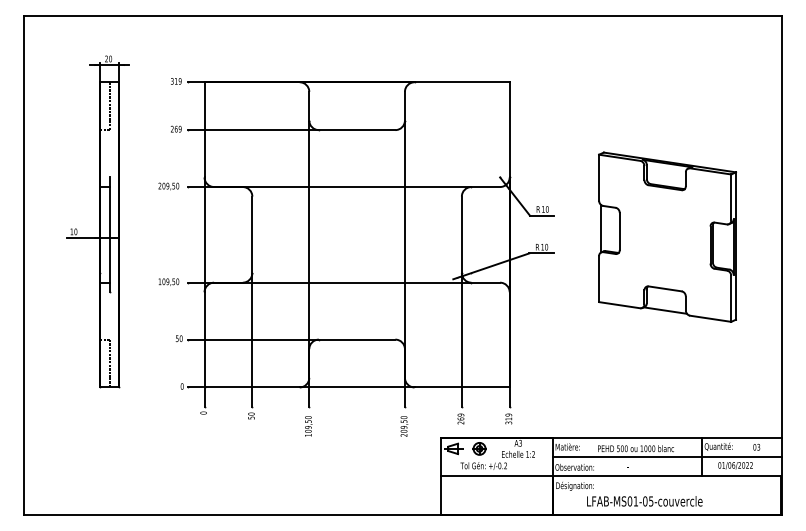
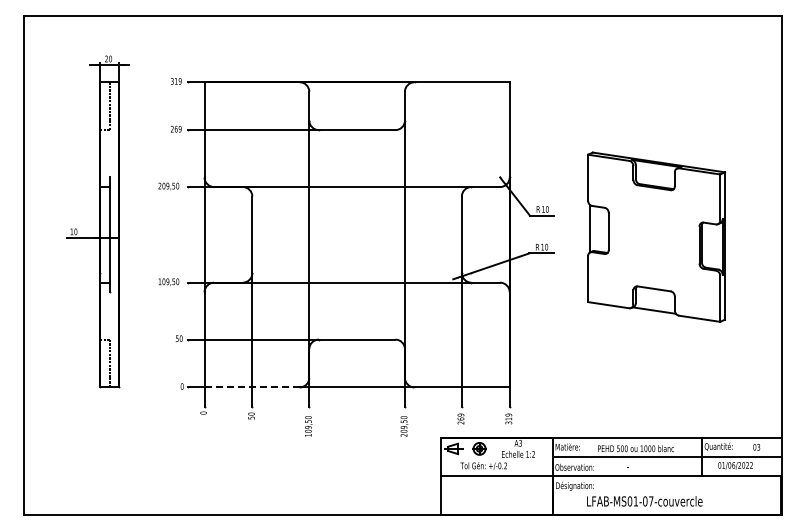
part at (667, 236) position: (667, 236) -> (656, 236)
line at (252, 387): solid -> dashed
text at (651, 501): LFAB-MS01-05-couvercle -> LFAB-MS01-07-couvercle
